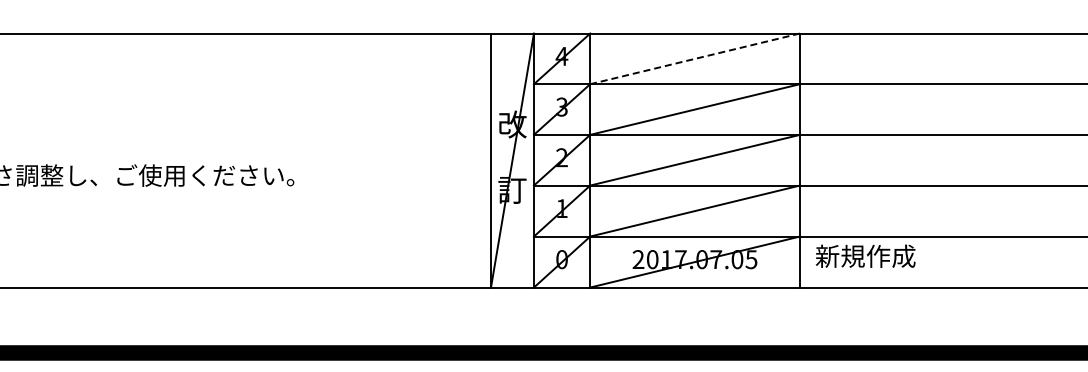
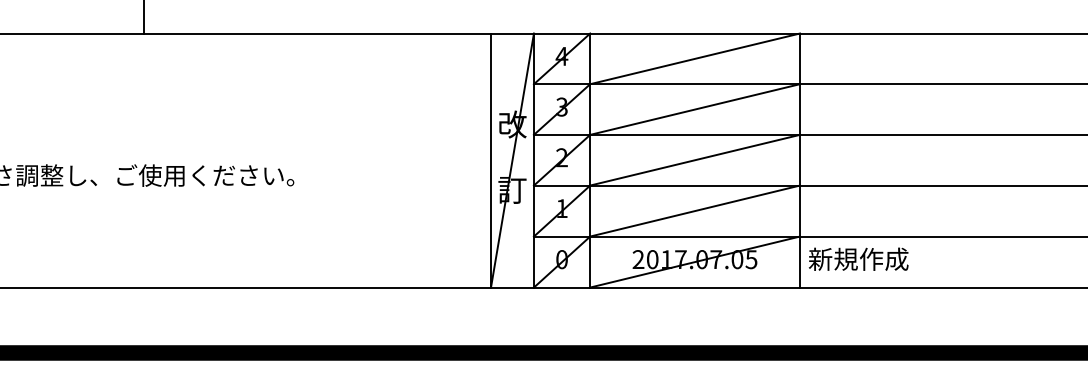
line at (144, 17): none -> present
line at (695, 58): dashed -> solid
text at (865, 255) position: (865, 255) -> (858, 258)
